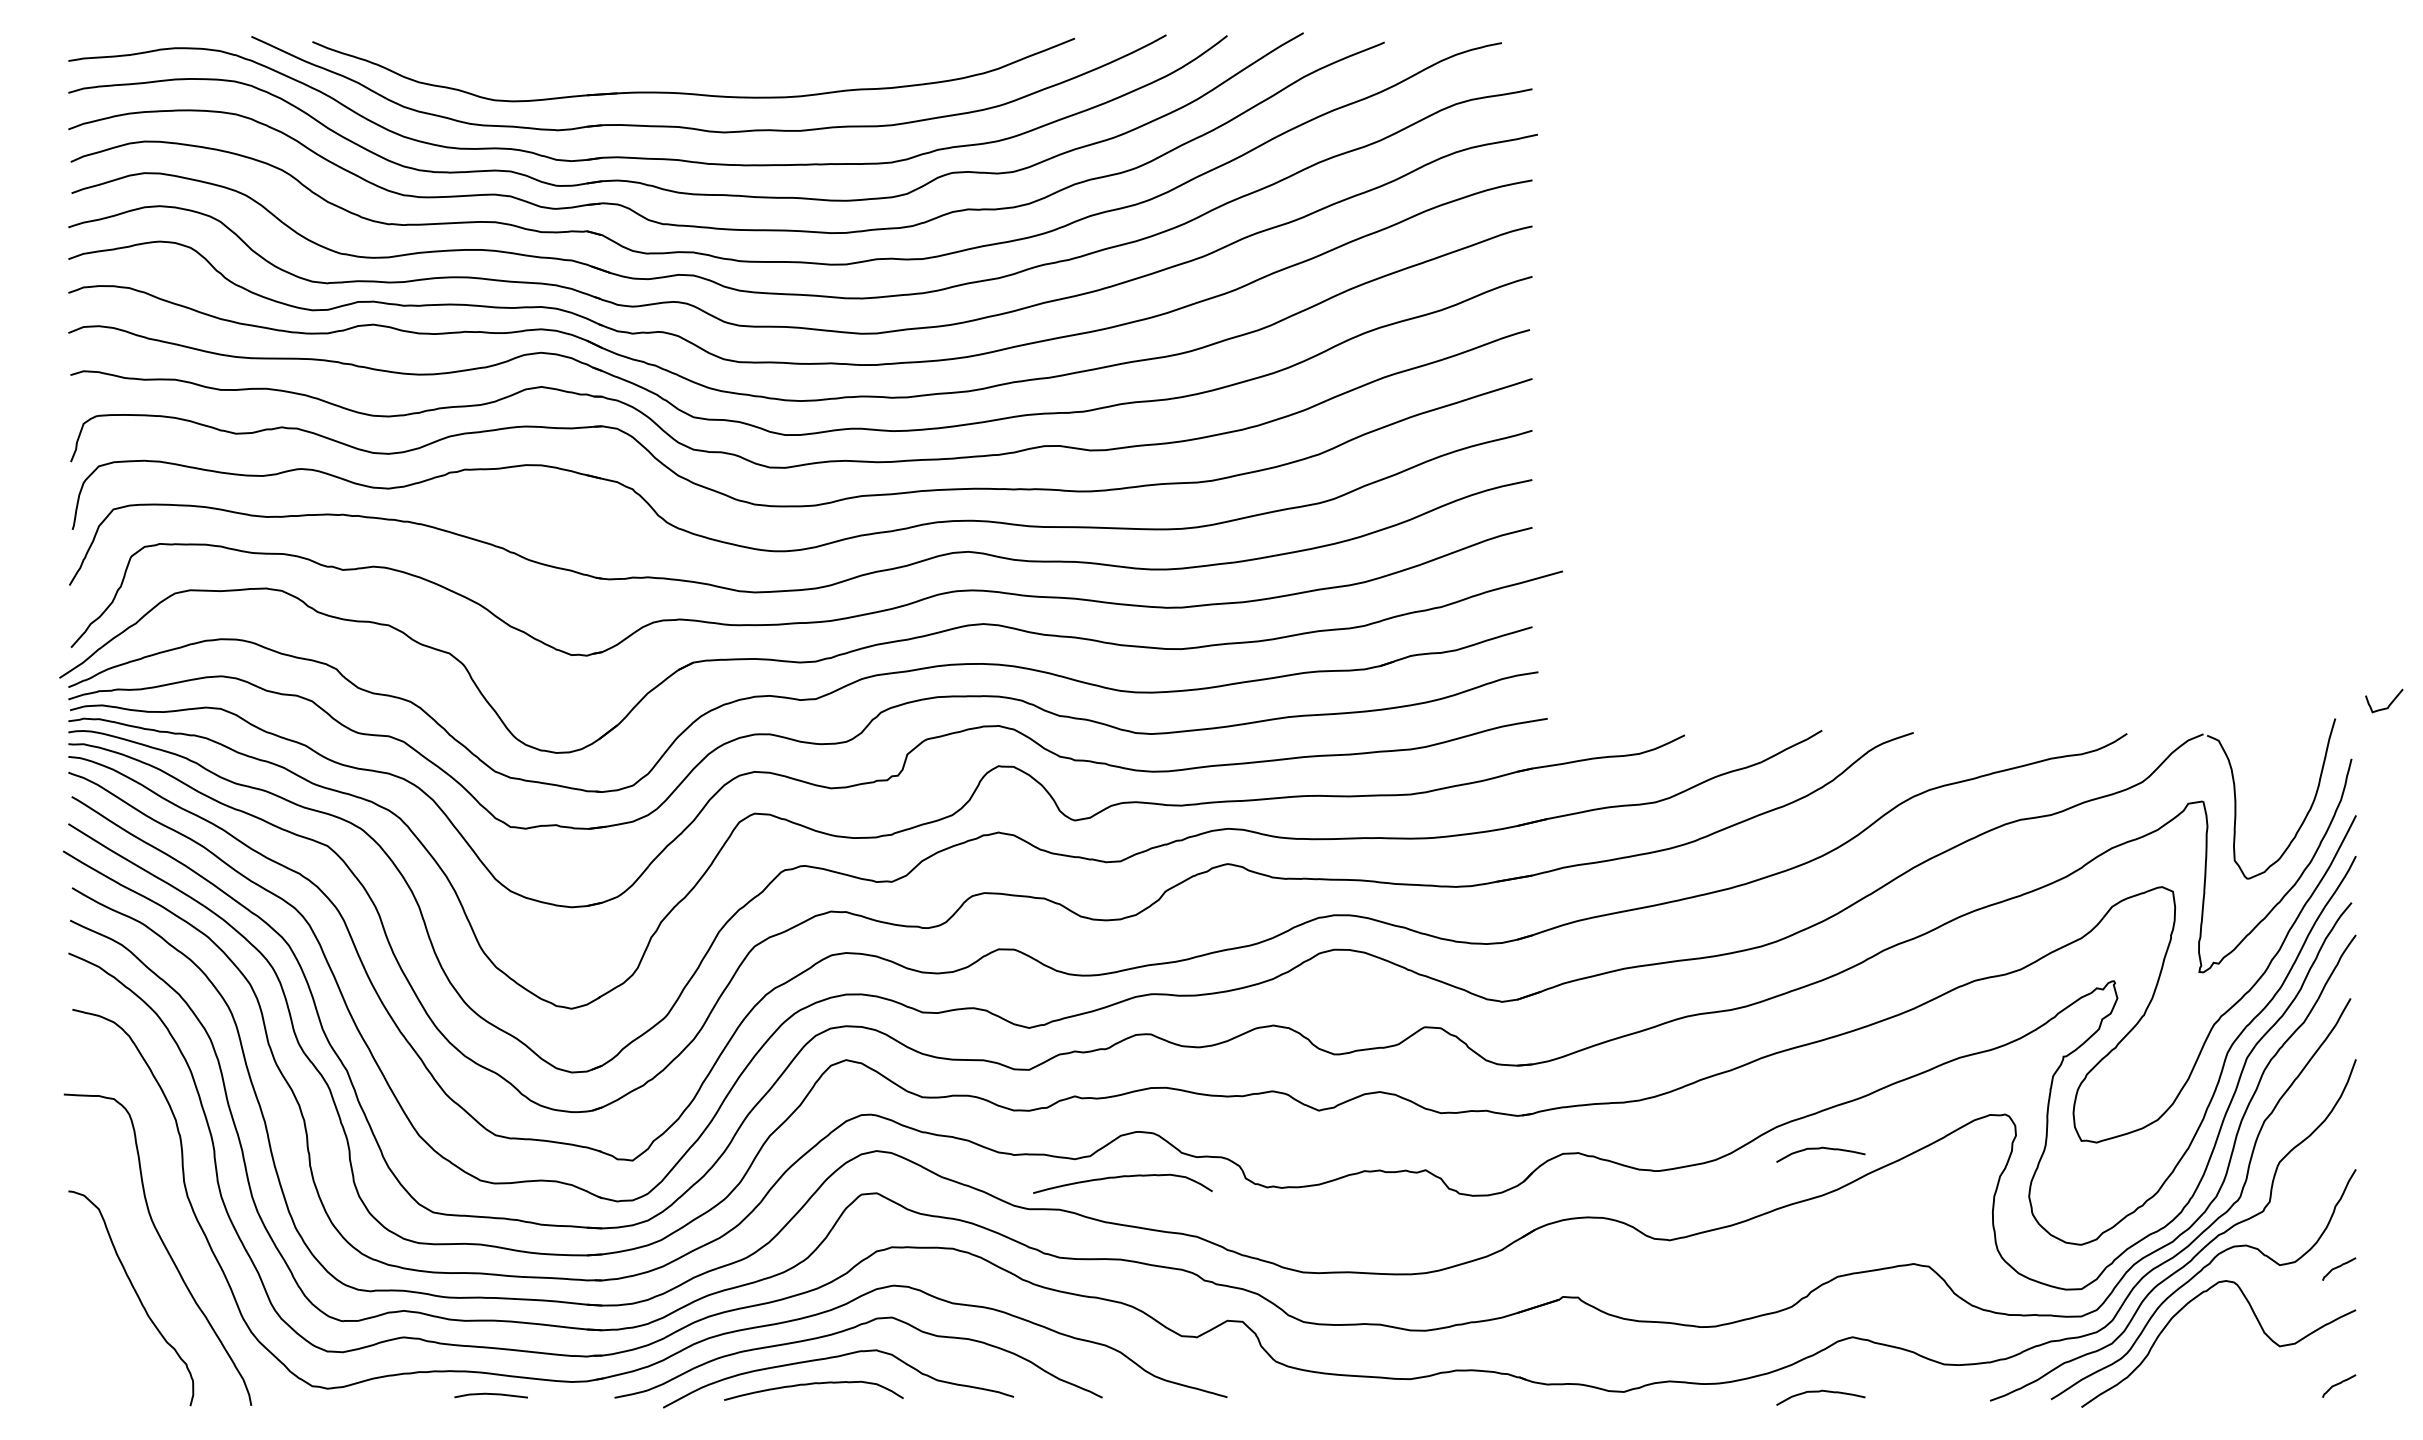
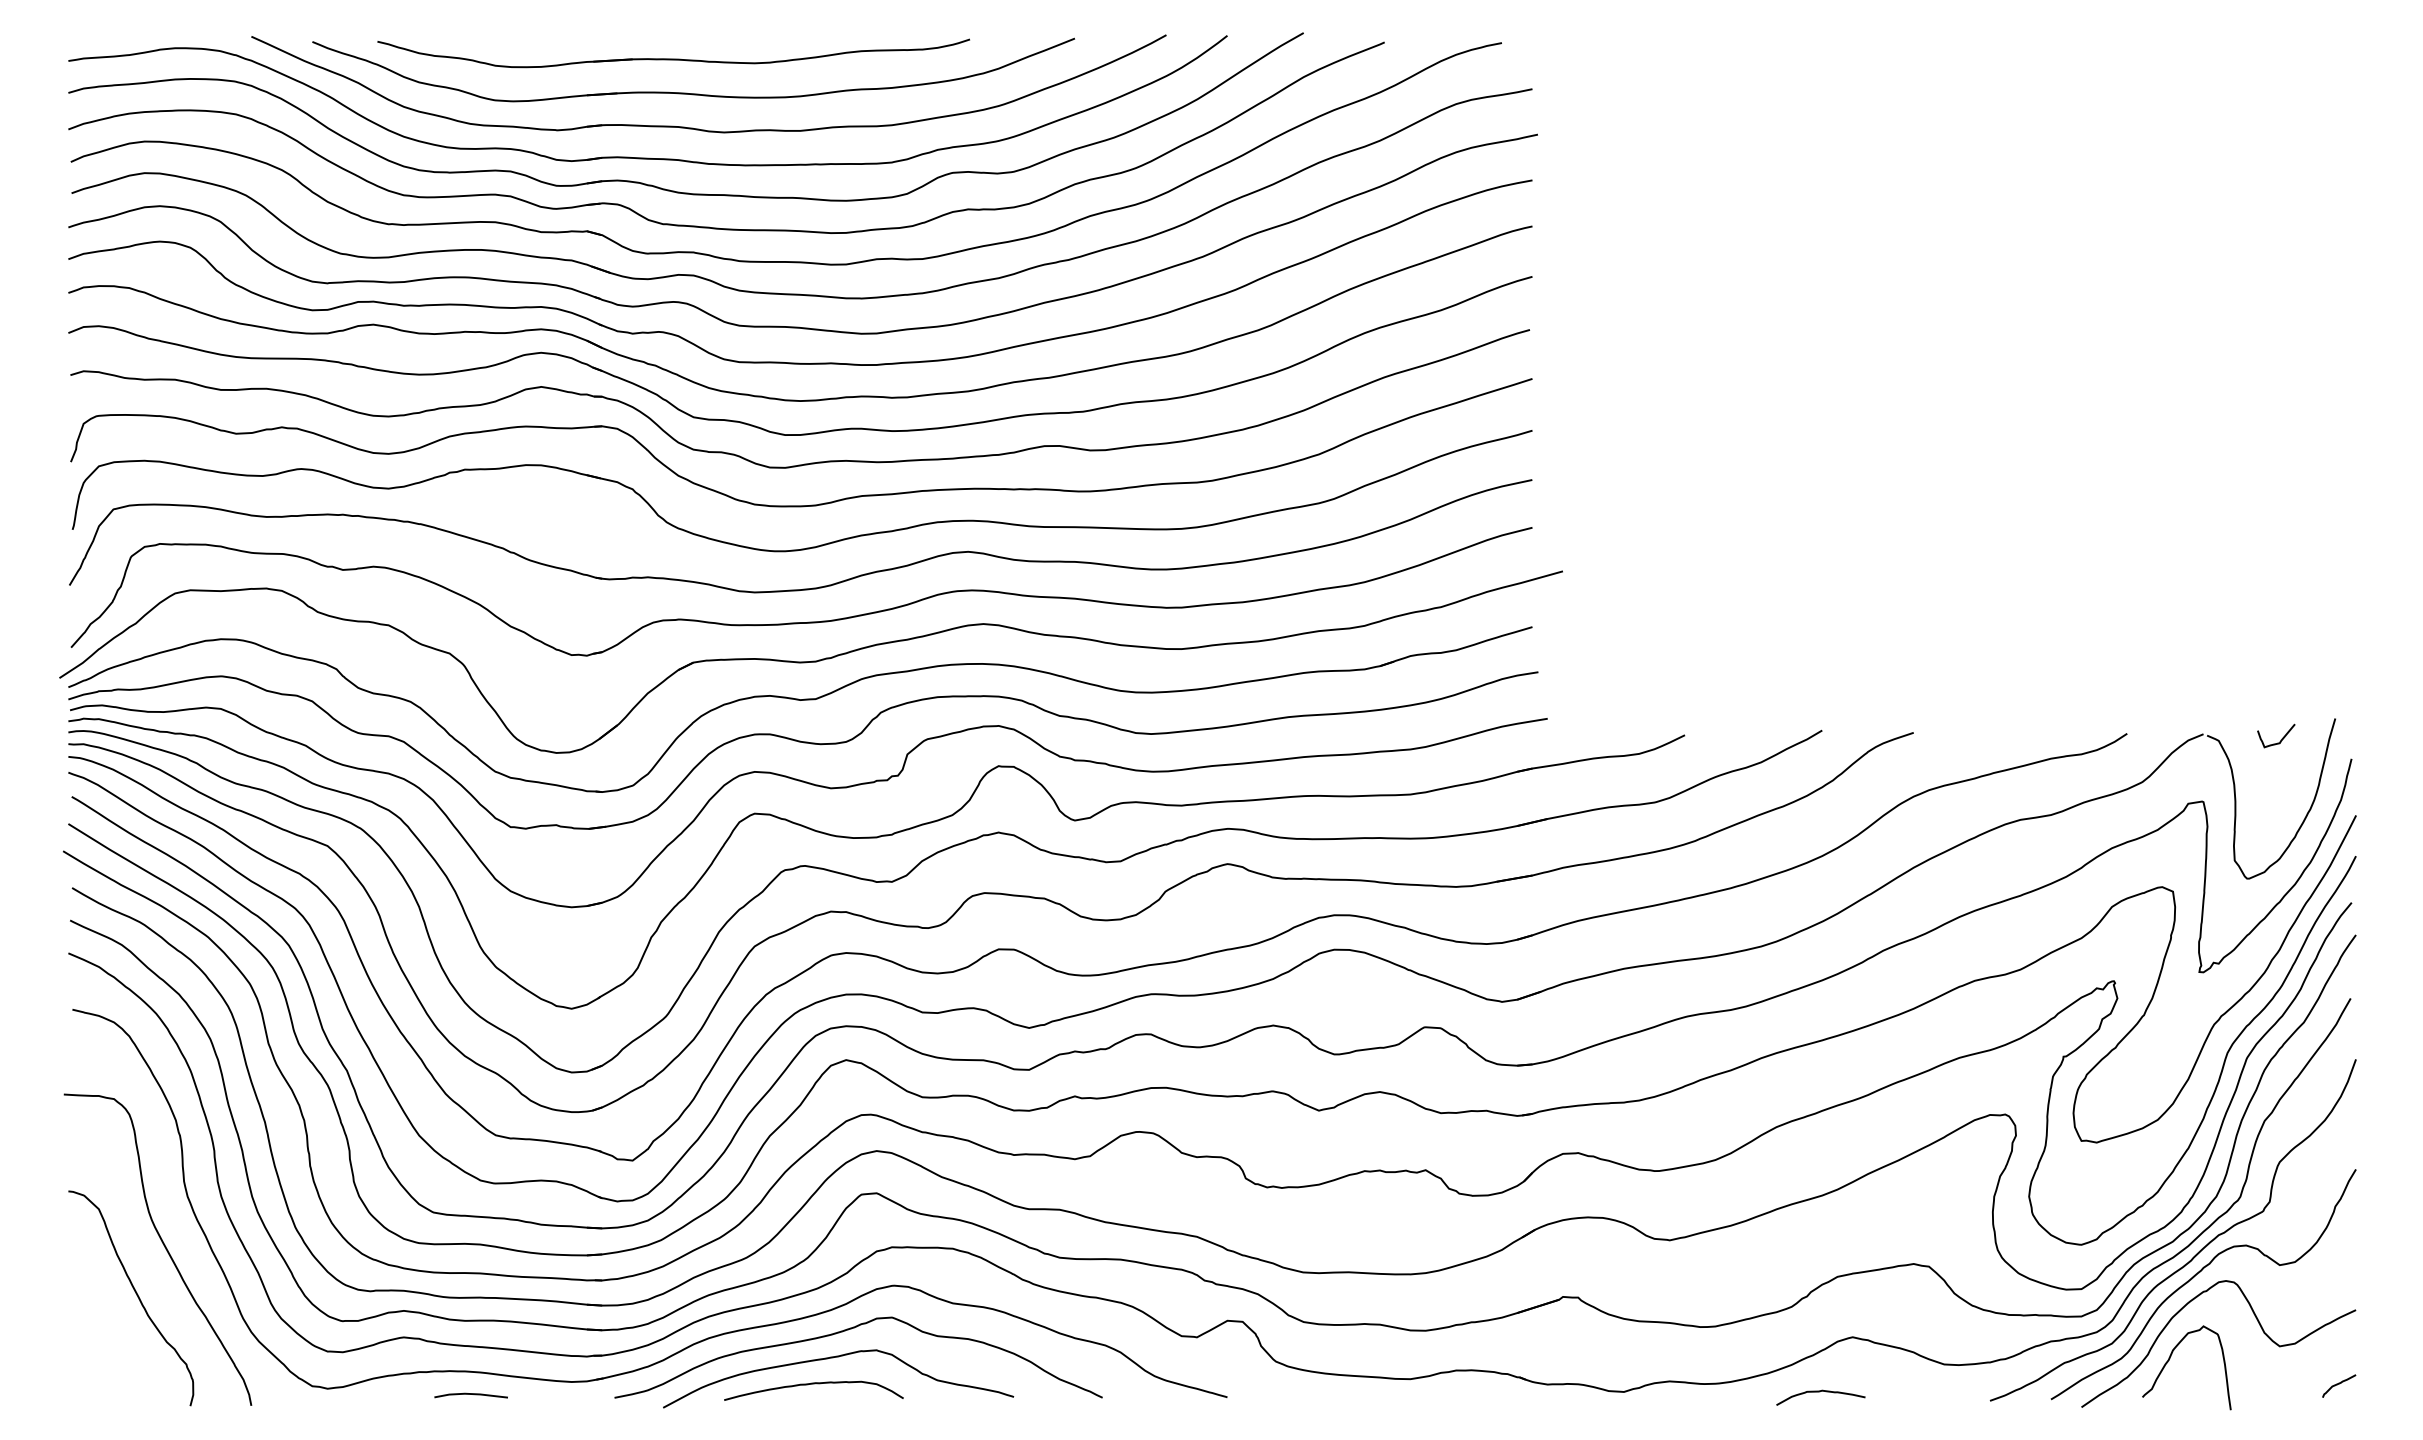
part at (673, 53): none -> present
curve at (2389, 703) position: (2389, 703) -> (2281, 738)
curve at (1820, 1149): present -> none
curve at (1122, 1177): present -> none
curve at (2339, 1267): present -> none
curve at (2170, 1358): none -> present
line at (490, 1394) position: (490, 1394) -> (470, 1394)
